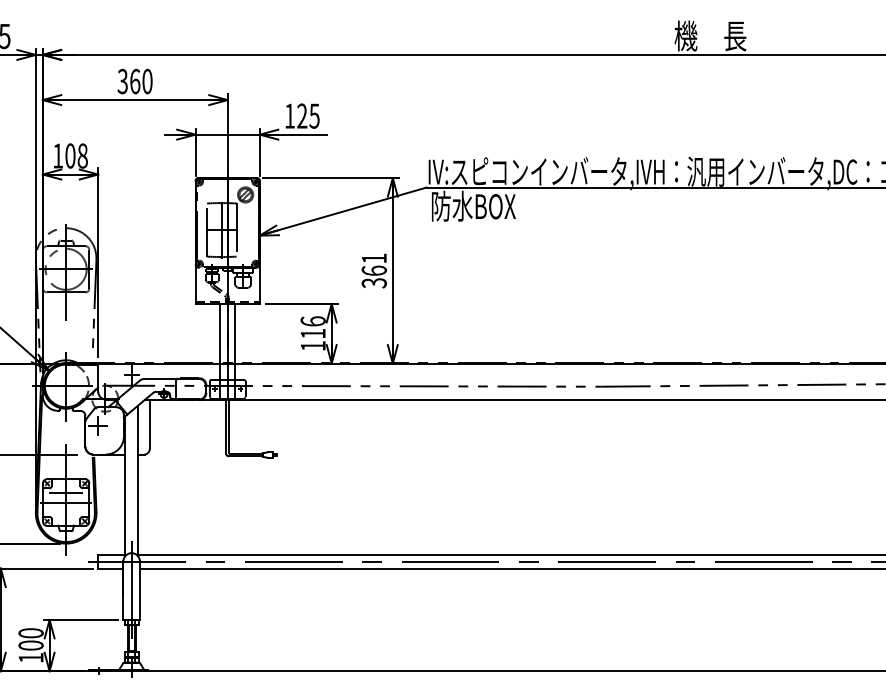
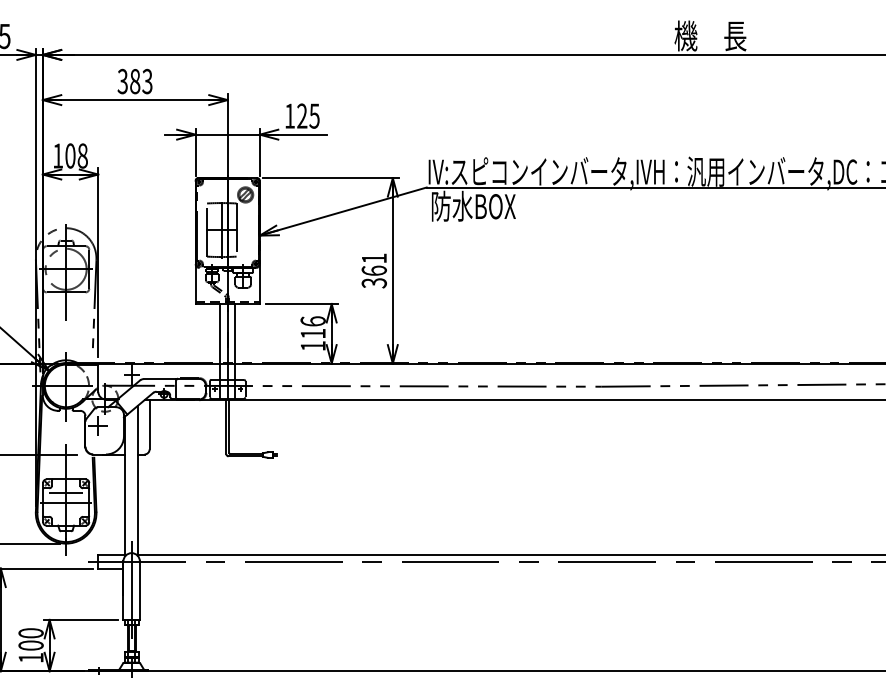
text at (141, 81): 360 -> 383
line at (510, 568): present -> none
